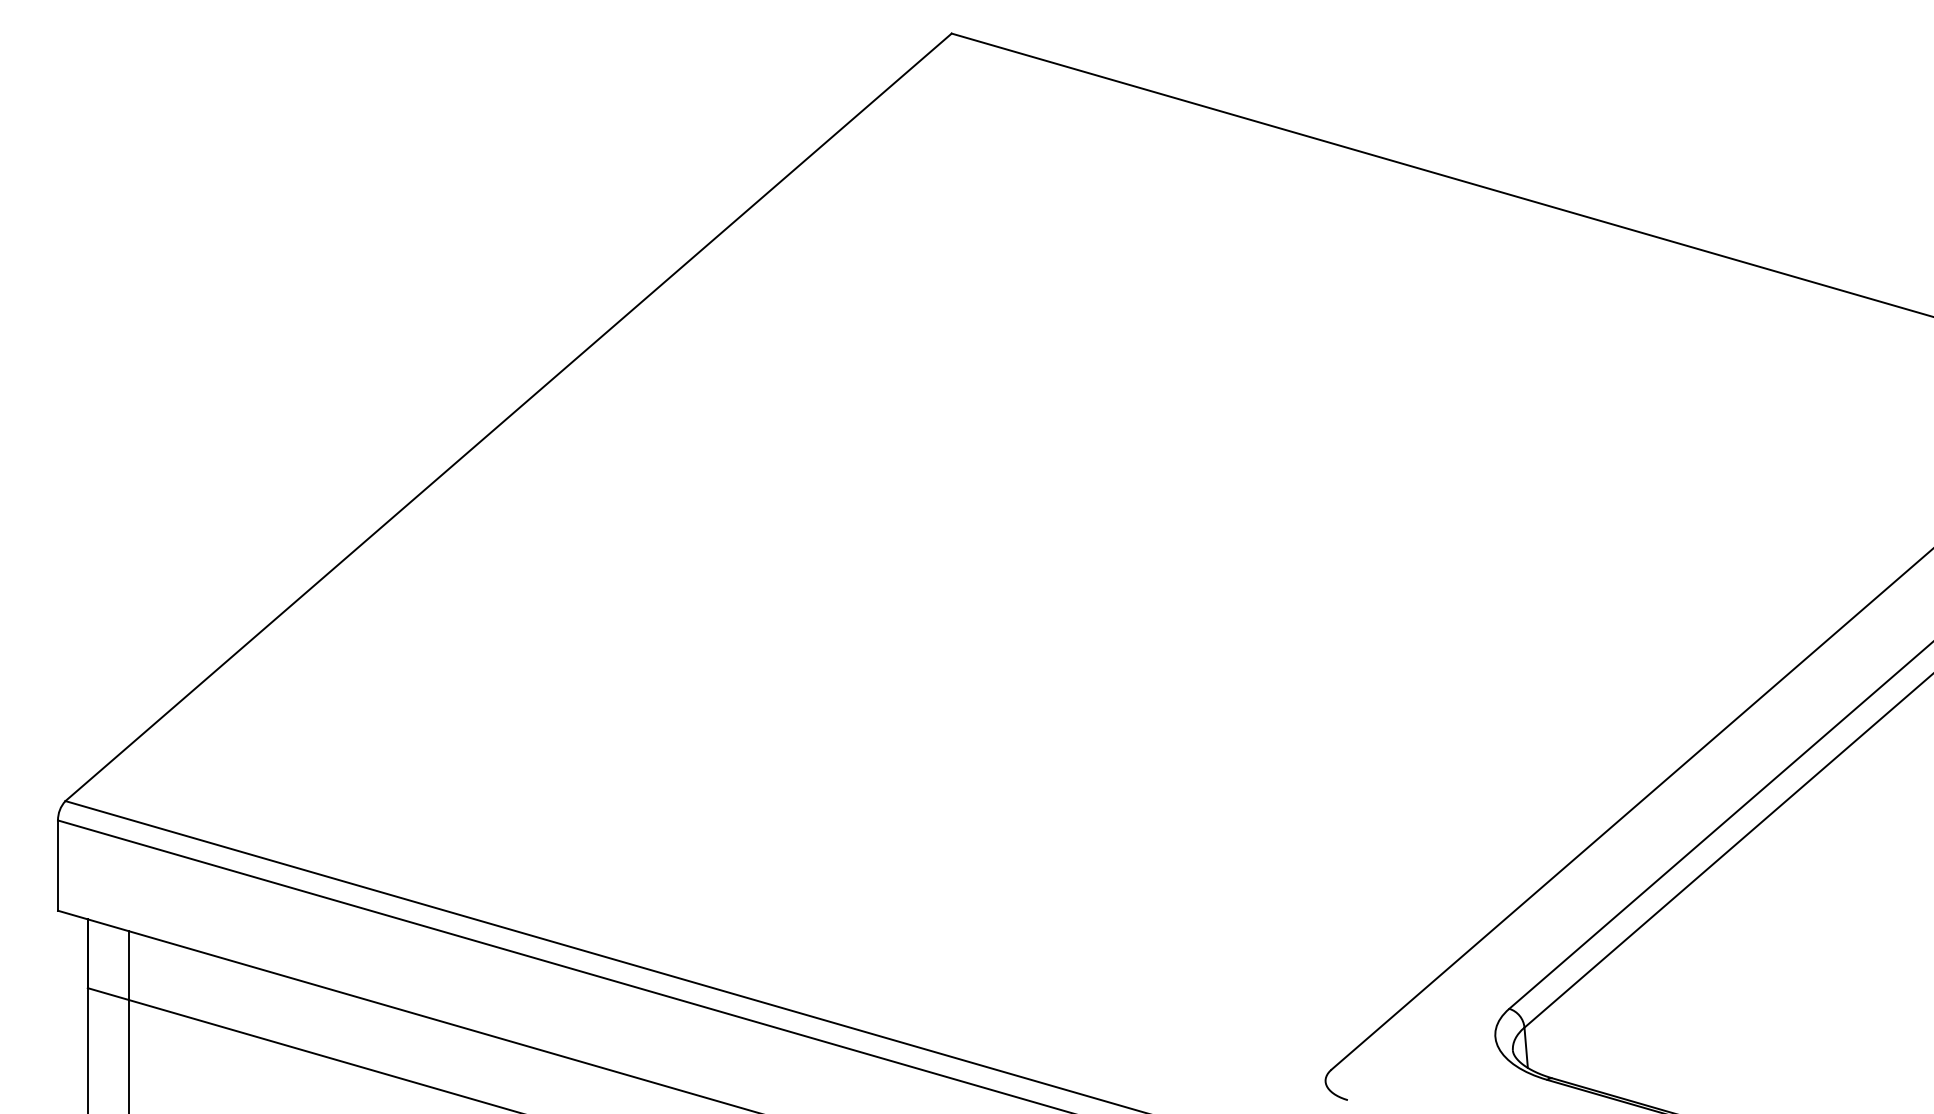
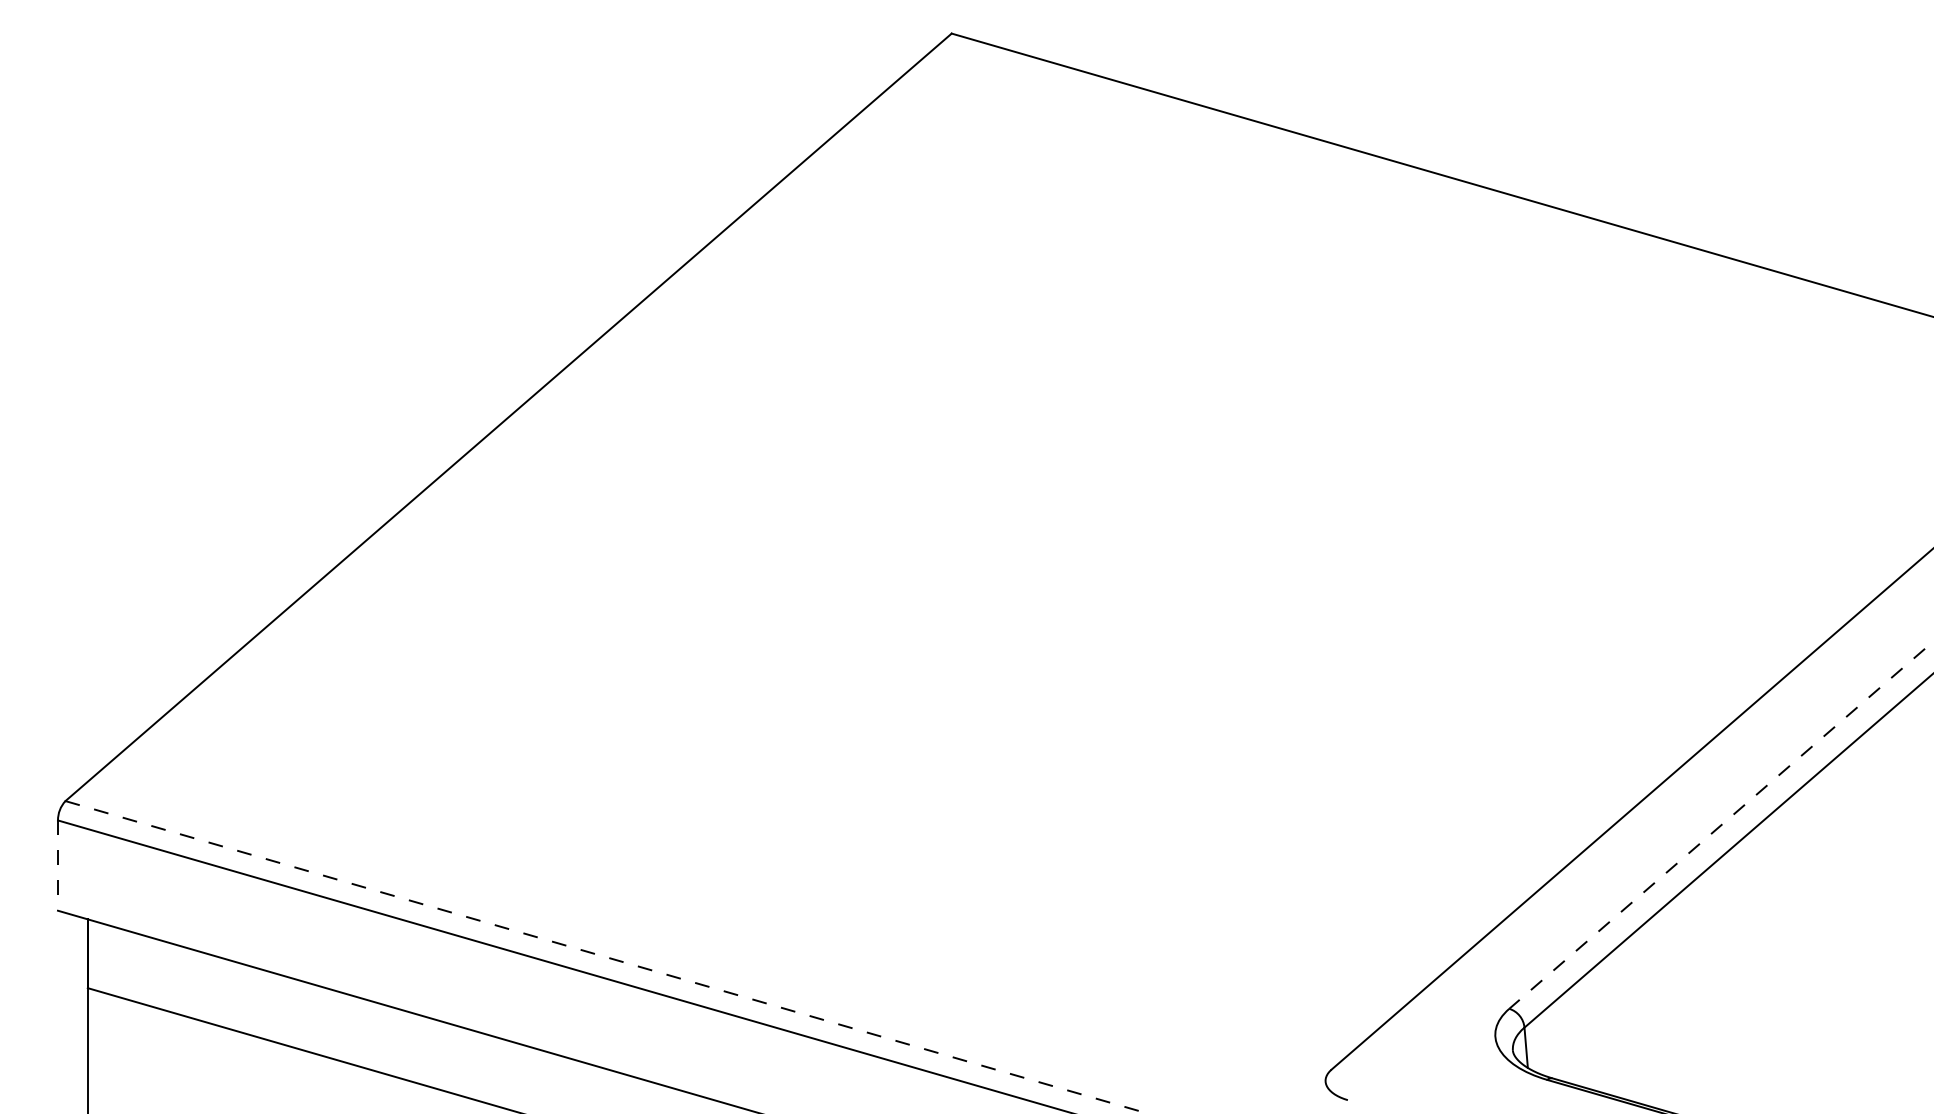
line at (1721, 825): solid -> dashed
line at (58, 866): solid -> dashed
line at (607, 957): solid -> dashed
line at (129, 1020): present -> none
